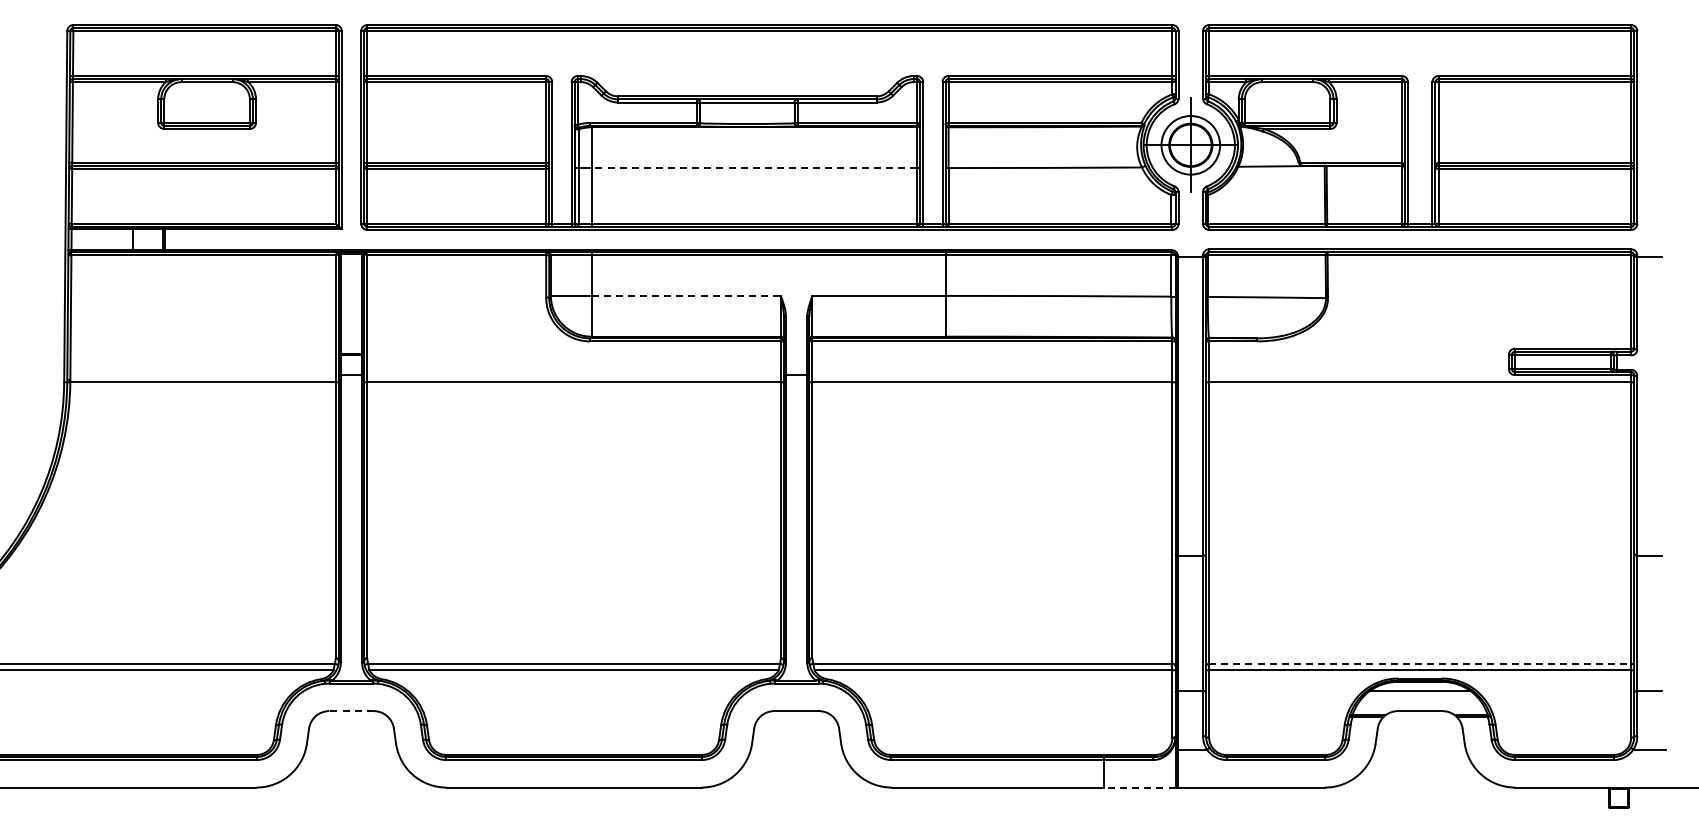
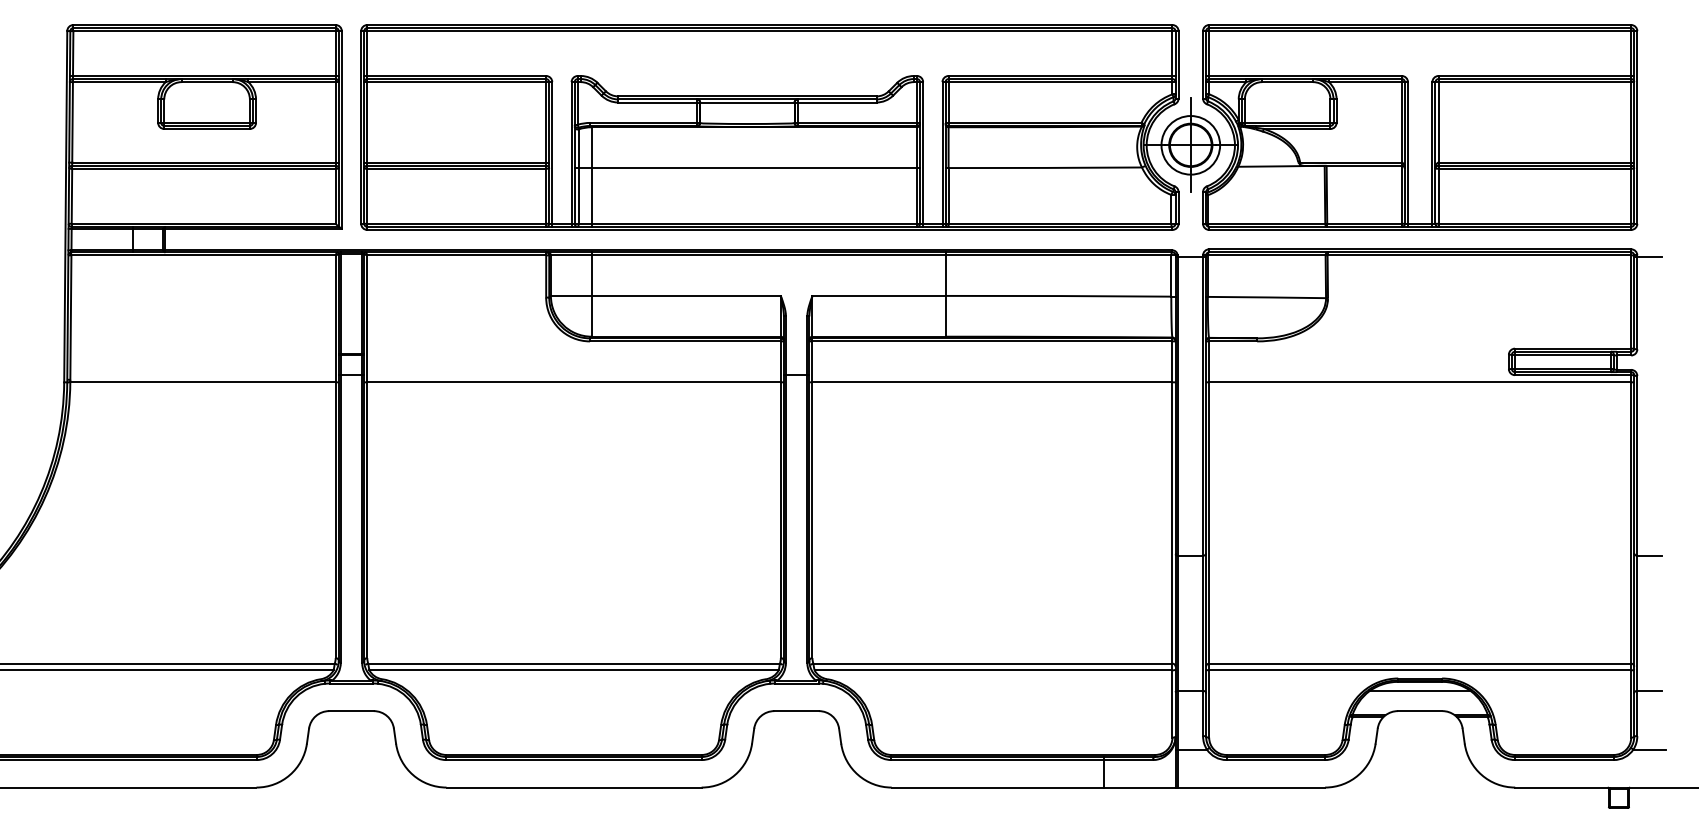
line at (754, 168): dashed -> solid
line at (686, 295): dashed -> solid
line at (1420, 663): dashed -> solid
line at (351, 711): dashed -> solid
line at (1139, 787): dashed -> solid
